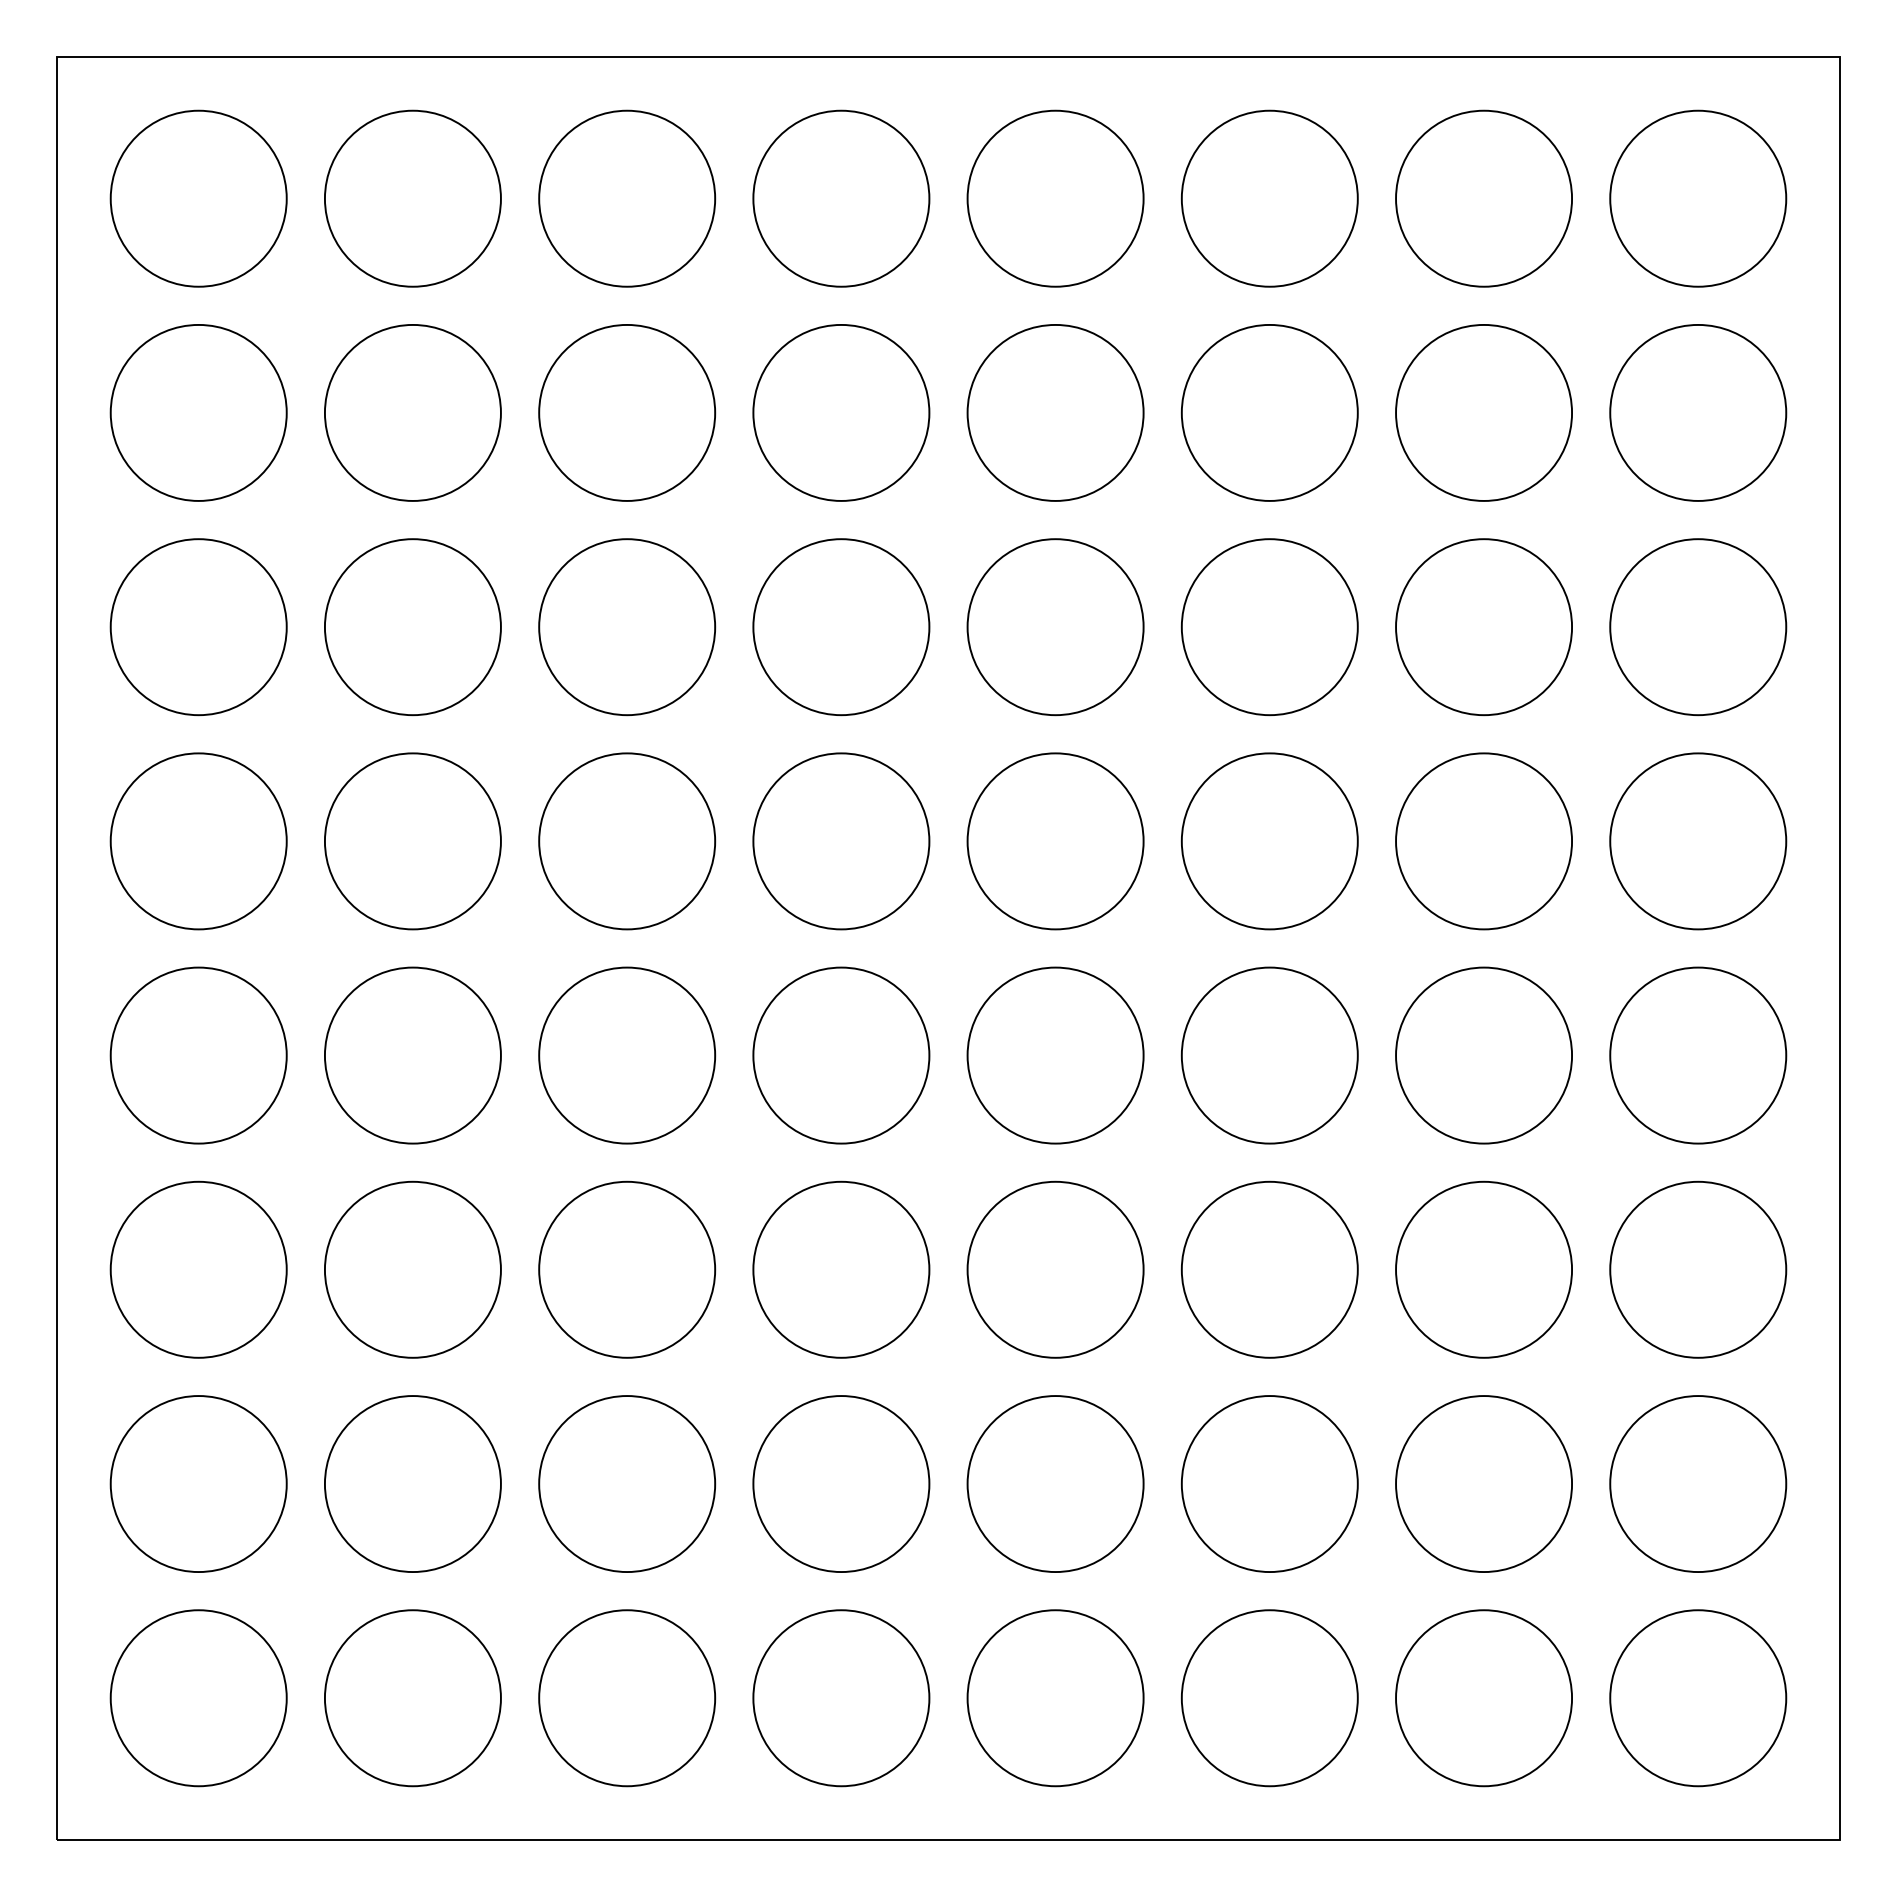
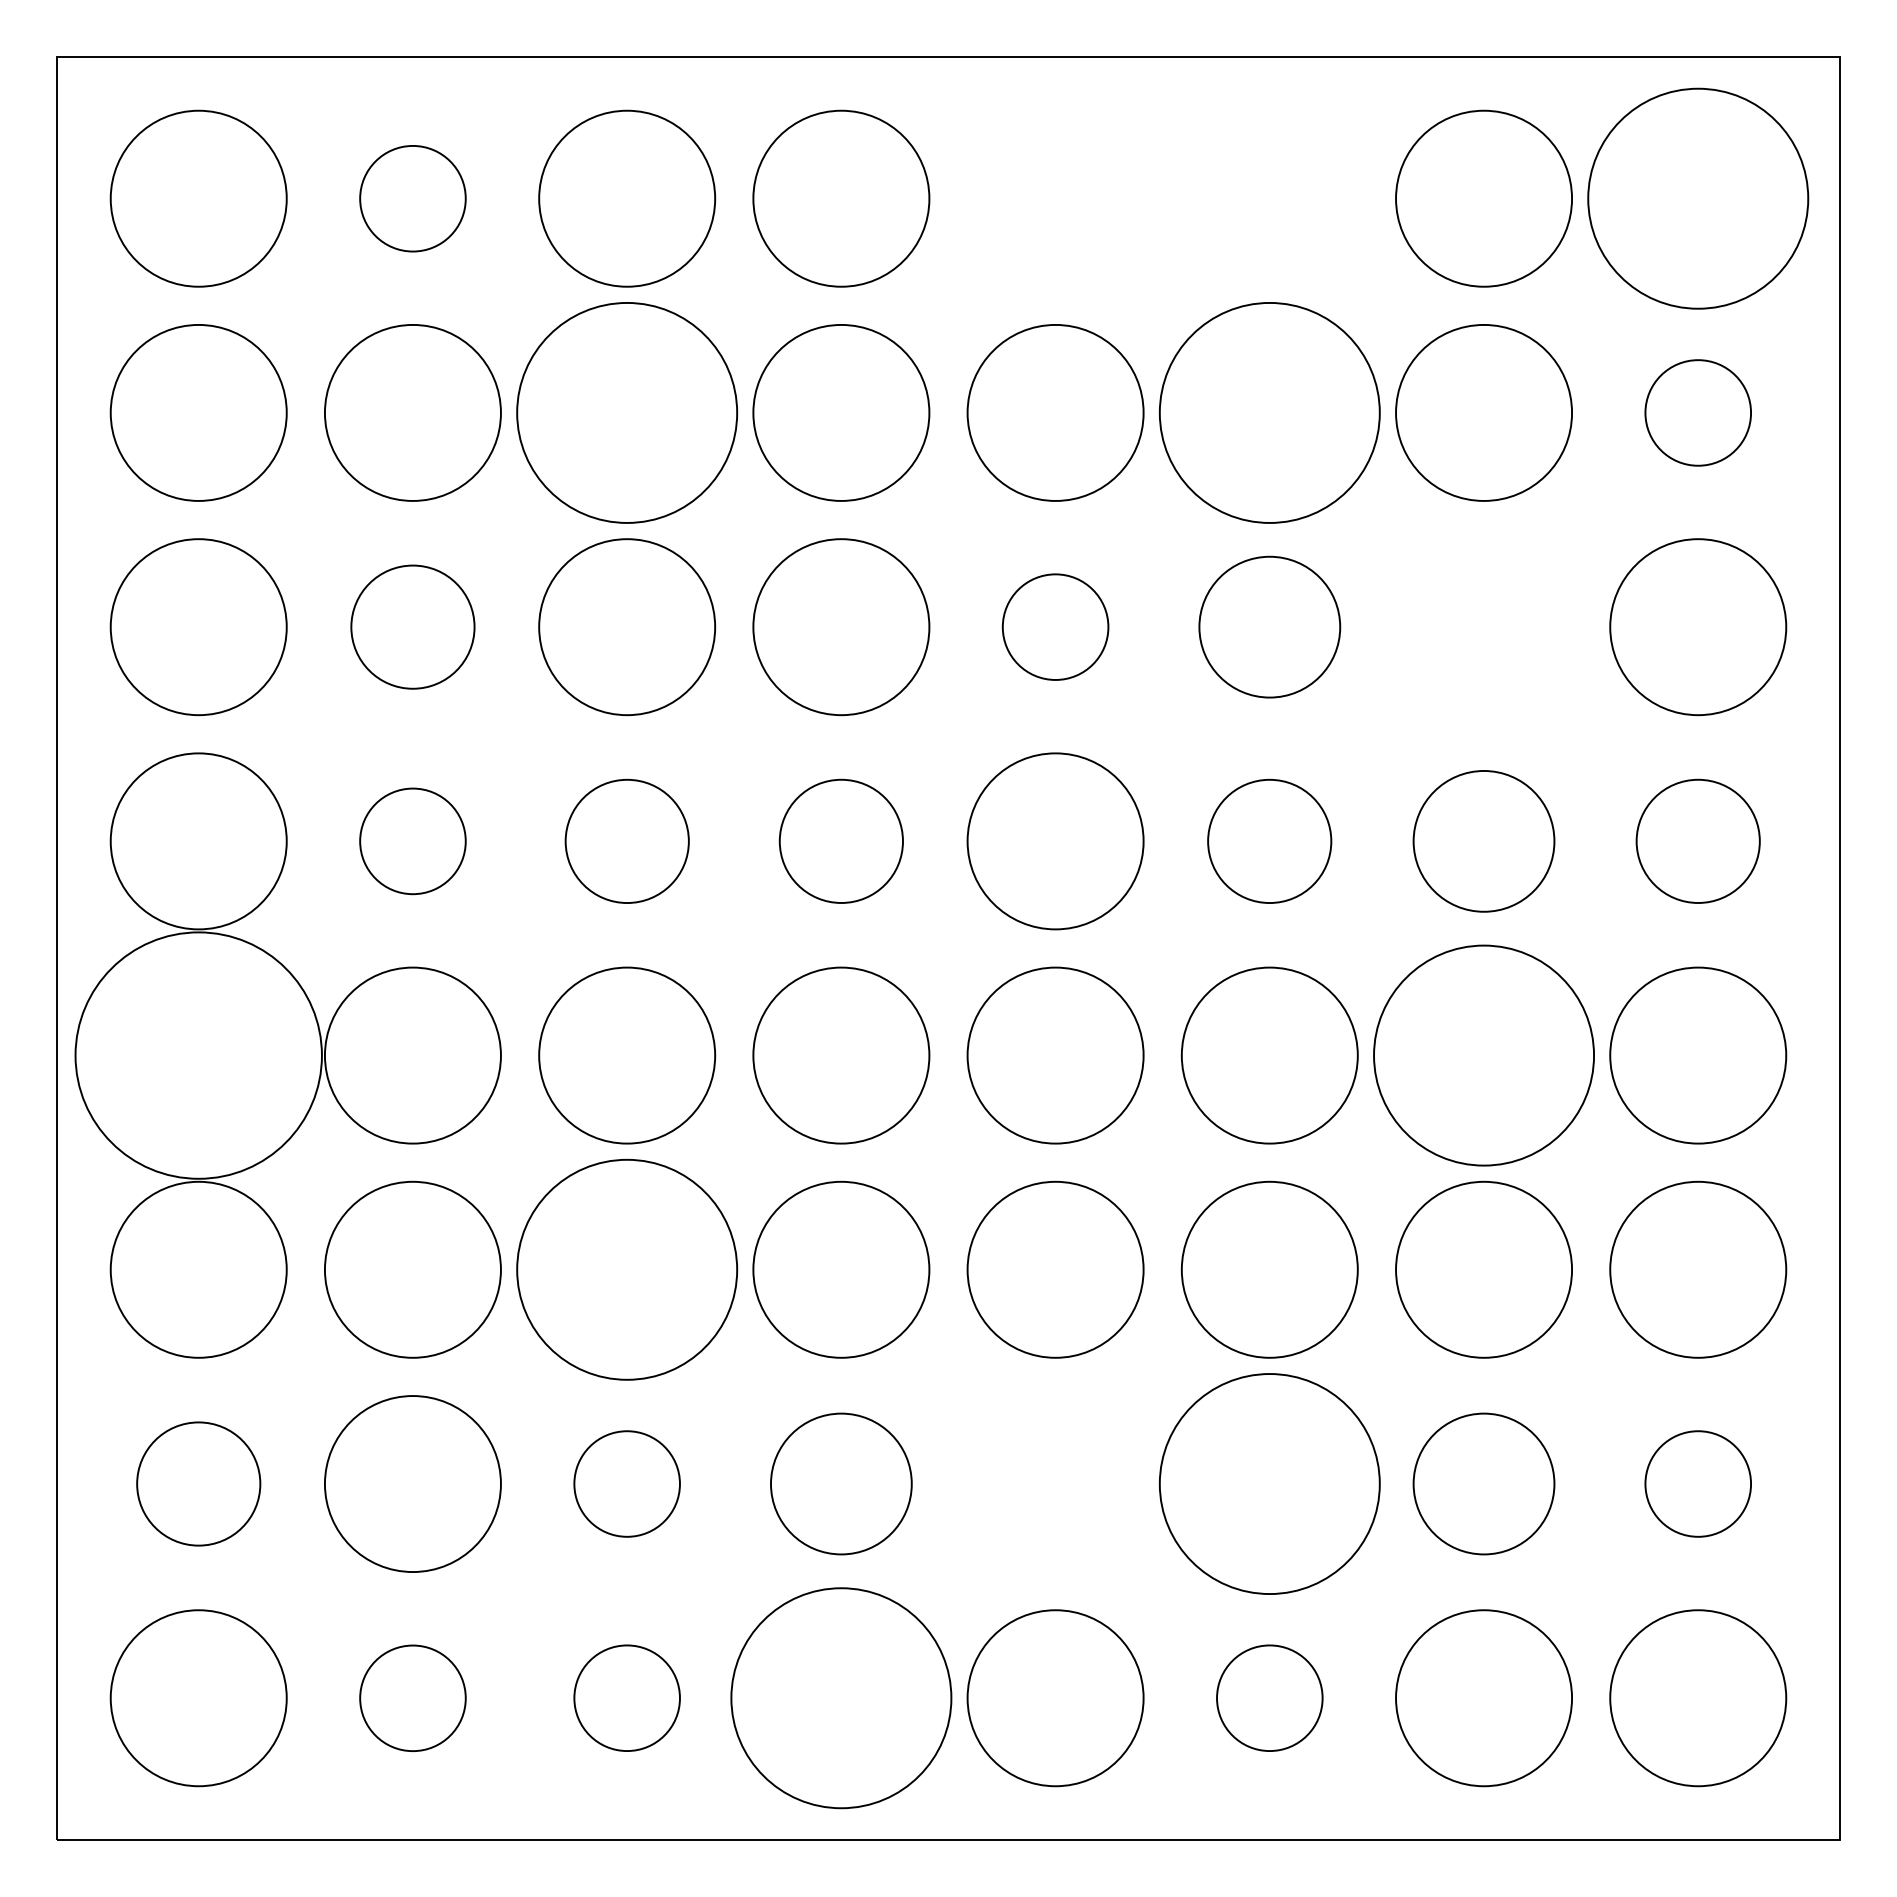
circle at (412, 198) diameter: 176 px -> 106 px
circle at (1055, 198): present -> none
circle at (1269, 198): present -> none
circle at (1698, 198) diameter: 176 px -> 220 px
circle at (627, 412) diameter: 176 px -> 220 px
circle at (1269, 412) diameter: 176 px -> 220 px
circle at (1698, 412) diameter: 176 px -> 106 px
circle at (412, 627) diameter: 176 px -> 123 px
circle at (1055, 627) diameter: 176 px -> 106 px
circle at (1269, 627) diameter: 176 px -> 141 px
circle at (1483, 627): present -> none
circle at (412, 841) diameter: 176 px -> 106 px
circle at (627, 841) size: 179x179 px -> 126x126 px
circle at (841, 841) diameter: 176 px -> 123 px
circle at (1269, 841) size: 179x179 px -> 126x126 px
circle at (1484, 841) diameter: 176 px -> 141 px
circle at (1698, 841) diameter: 176 px -> 123 px
circle at (198, 1055) diameter: 176 px -> 246 px
circle at (1484, 1055) diameter: 176 px -> 220 px
circle at (627, 1269) diameter: 176 px -> 220 px
circle at (1055, 1483): present -> none
circle at (198, 1484) diameter: 176 px -> 123 px
circle at (627, 1484) diameter: 176 px -> 106 px
circle at (841, 1484) diameter: 176 px -> 141 px
circle at (1269, 1484) diameter: 176 px -> 220 px
circle at (1484, 1484) diameter: 176 px -> 141 px
circle at (1698, 1484) diameter: 176 px -> 106 px
circle at (412, 1698) size: 178x179 px -> 108x108 px
circle at (627, 1698) diameter: 176 px -> 106 px
circle at (841, 1698) diameter: 176 px -> 220 px
circle at (1269, 1698) diameter: 176 px -> 106 px
